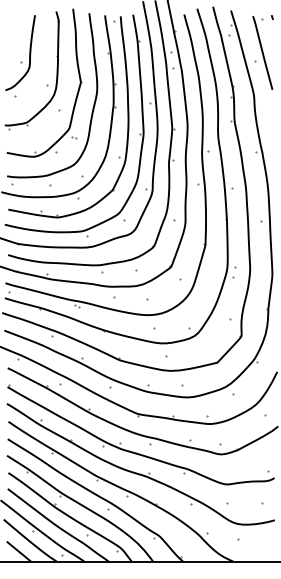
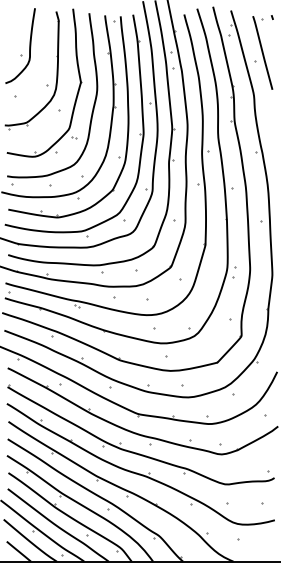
part at (29, 52) position: (29, 52) -> (29, 45)
